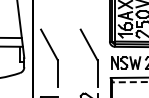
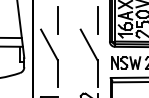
line at (57, 20): none -> present
line at (97, 20): none -> present
line at (130, 82): dashed -> solid
